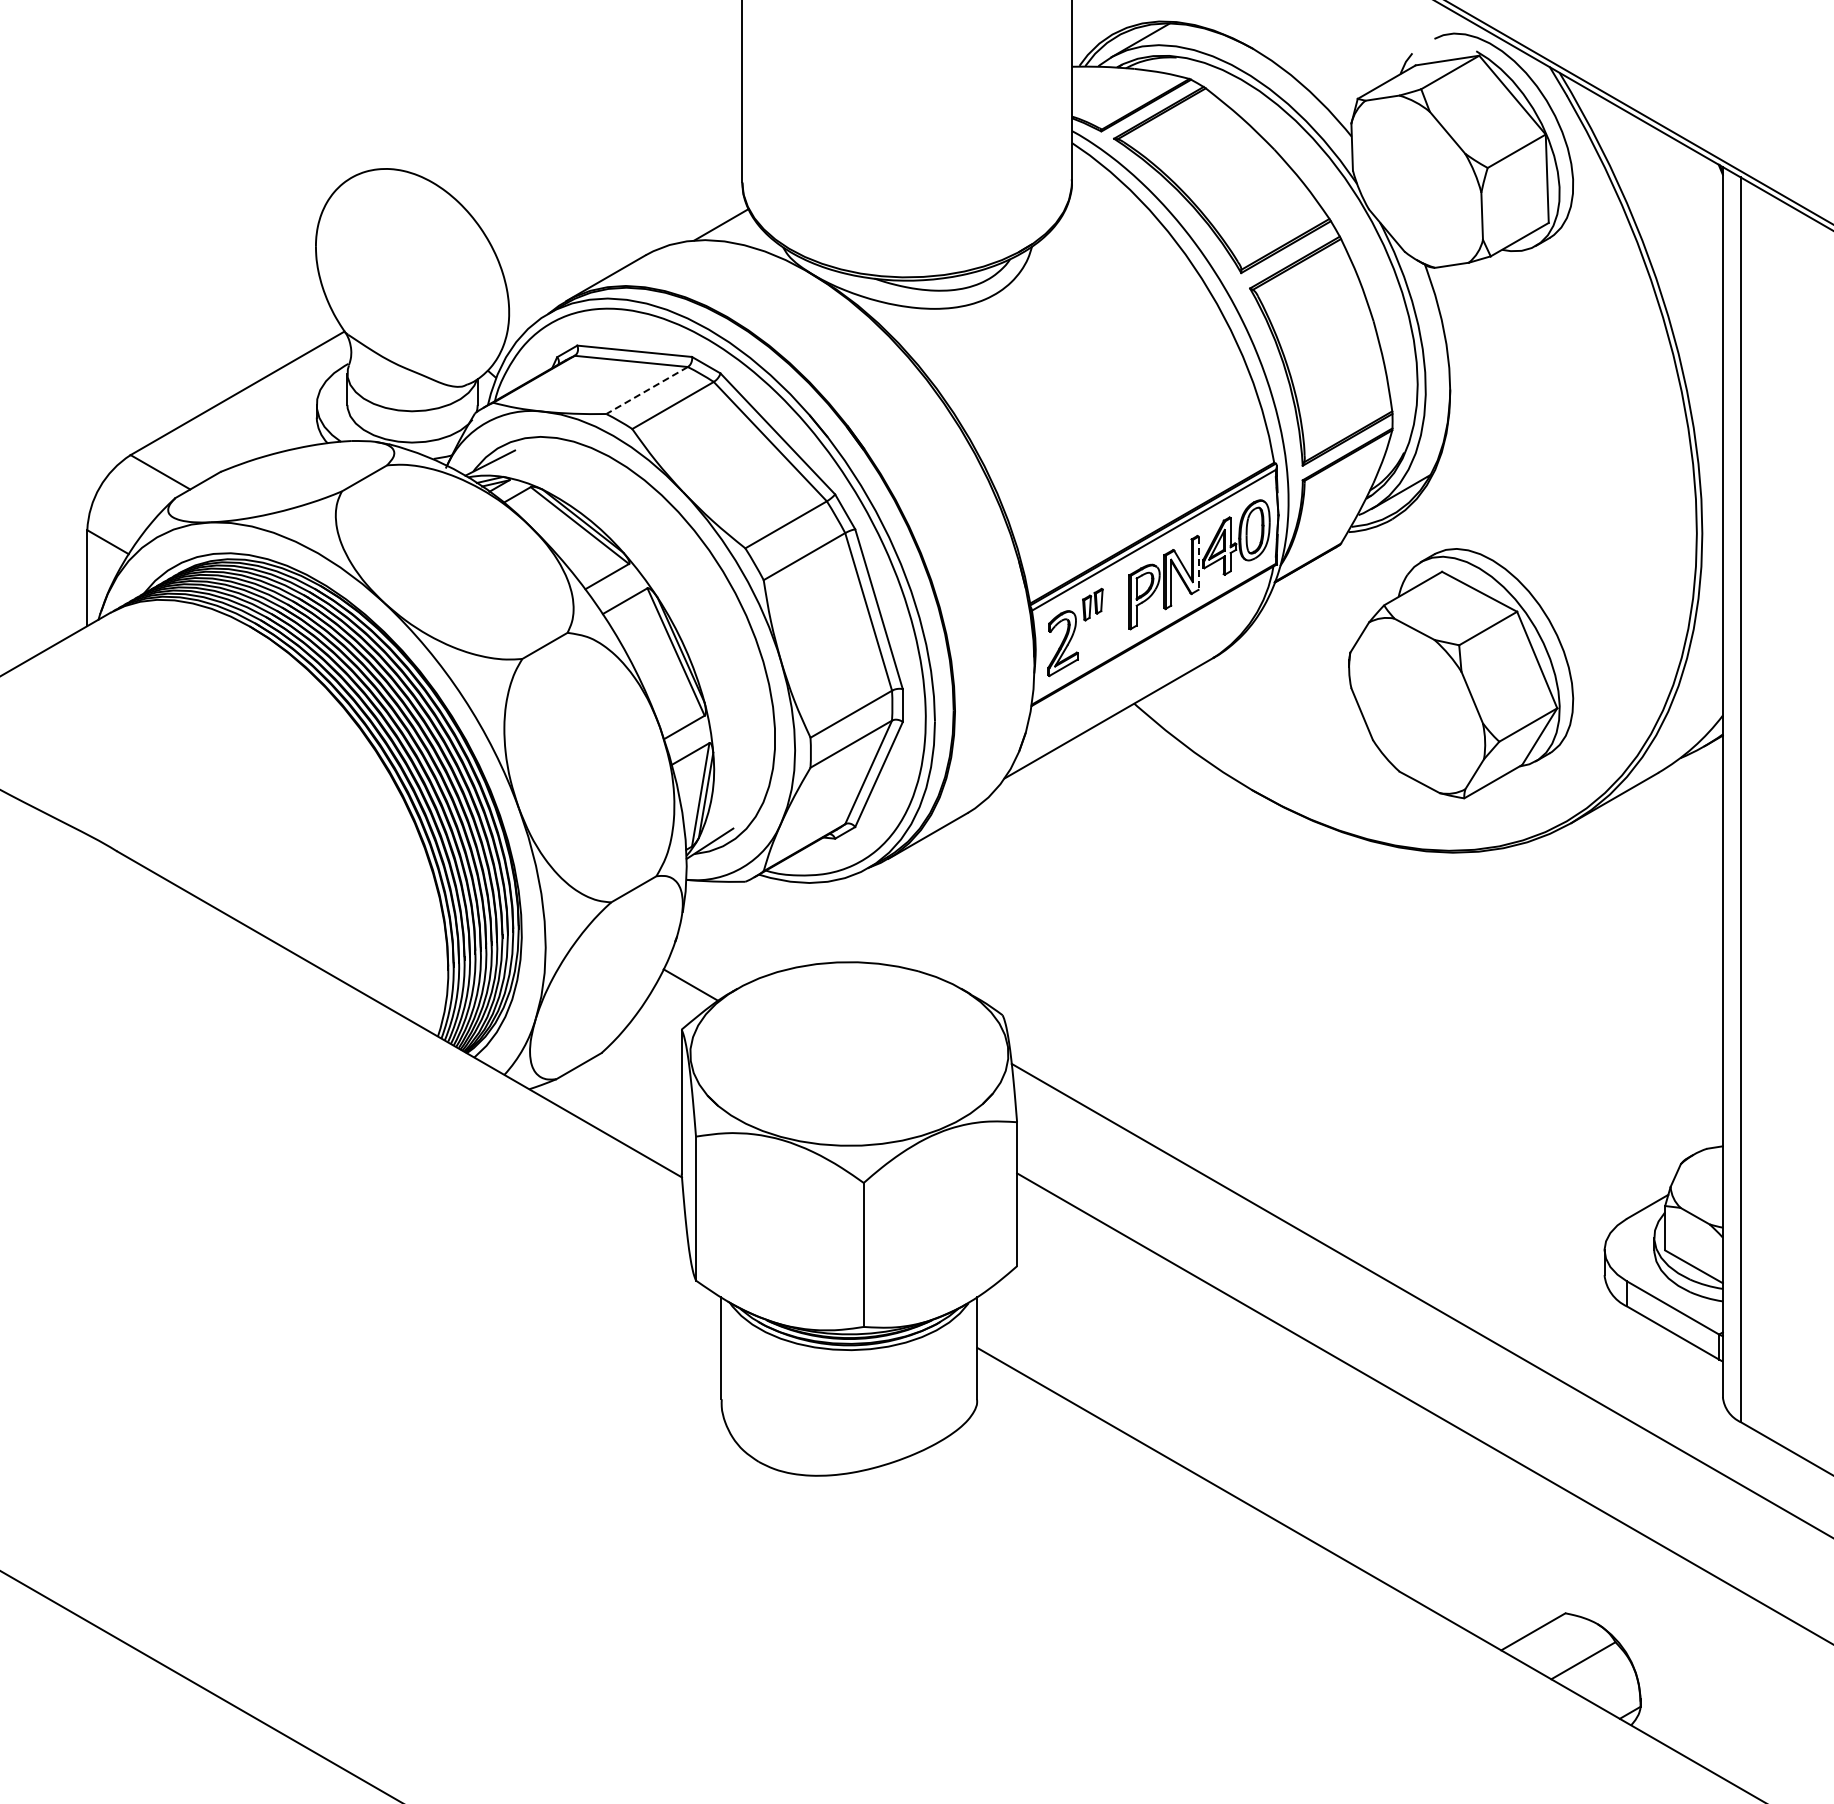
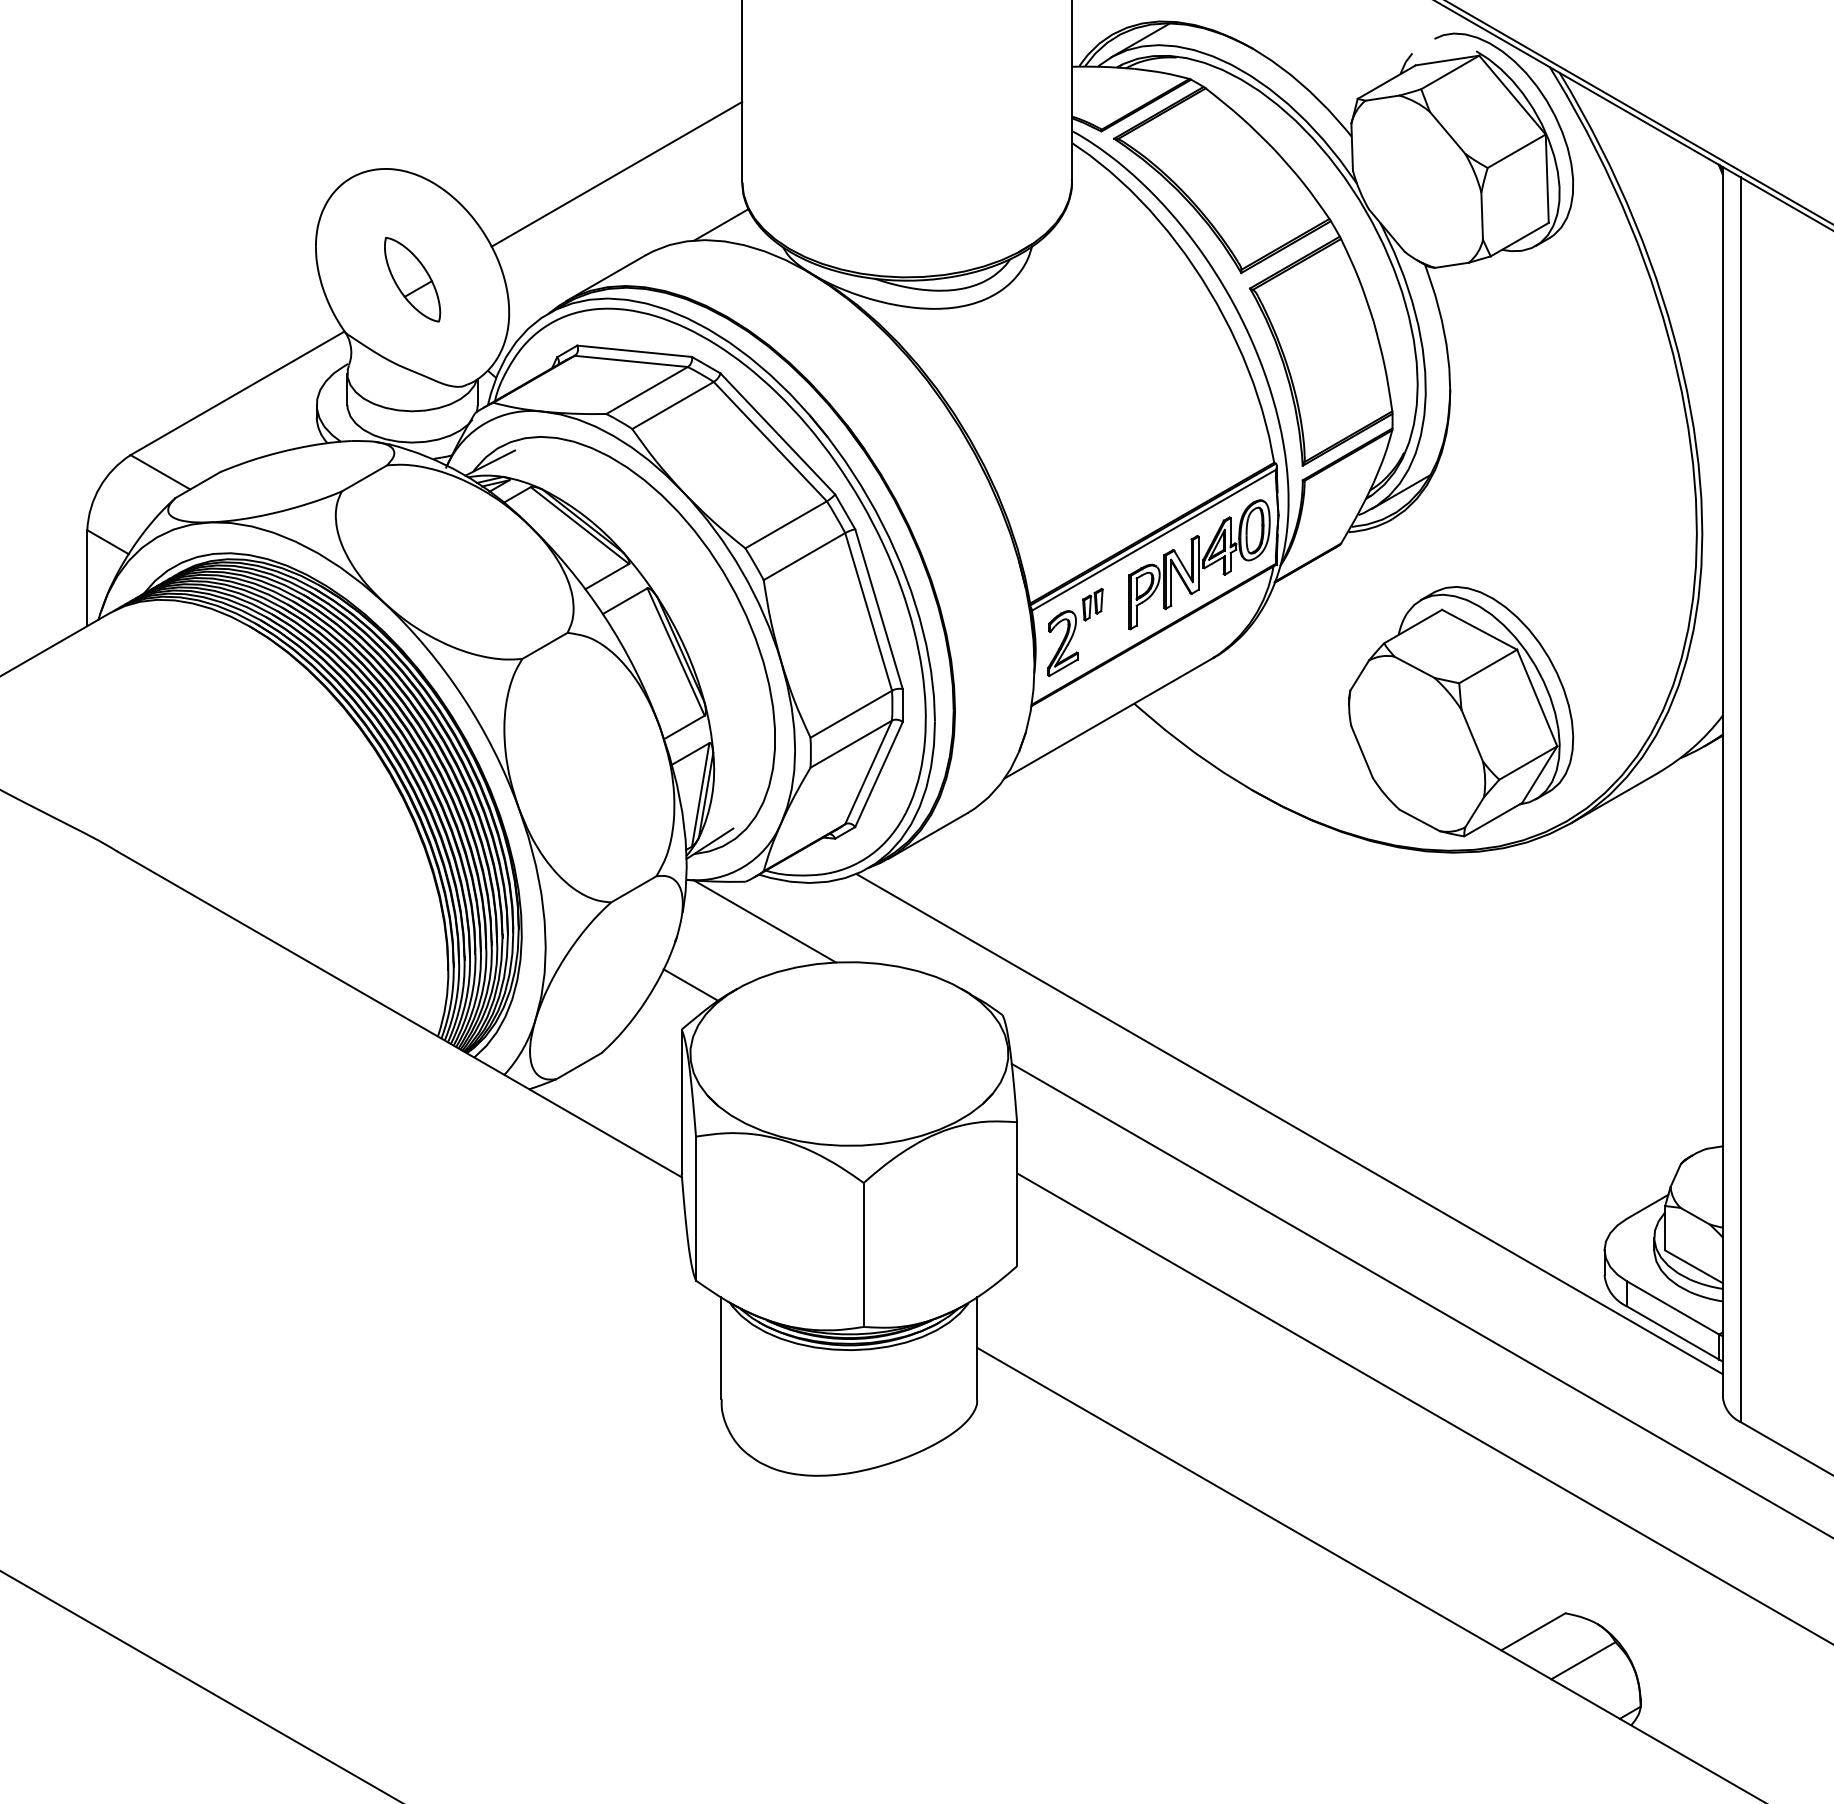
line at (616, 173): none -> present
part at (412, 279): none -> present
line at (646, 390): dashed -> solid
line at (1198, 563): dashed -> solid
part at (1461, 673) position: (1461, 673) -> (1461, 711)
line at (764, 921): none -> present
line at (1289, 1124): none -> present
